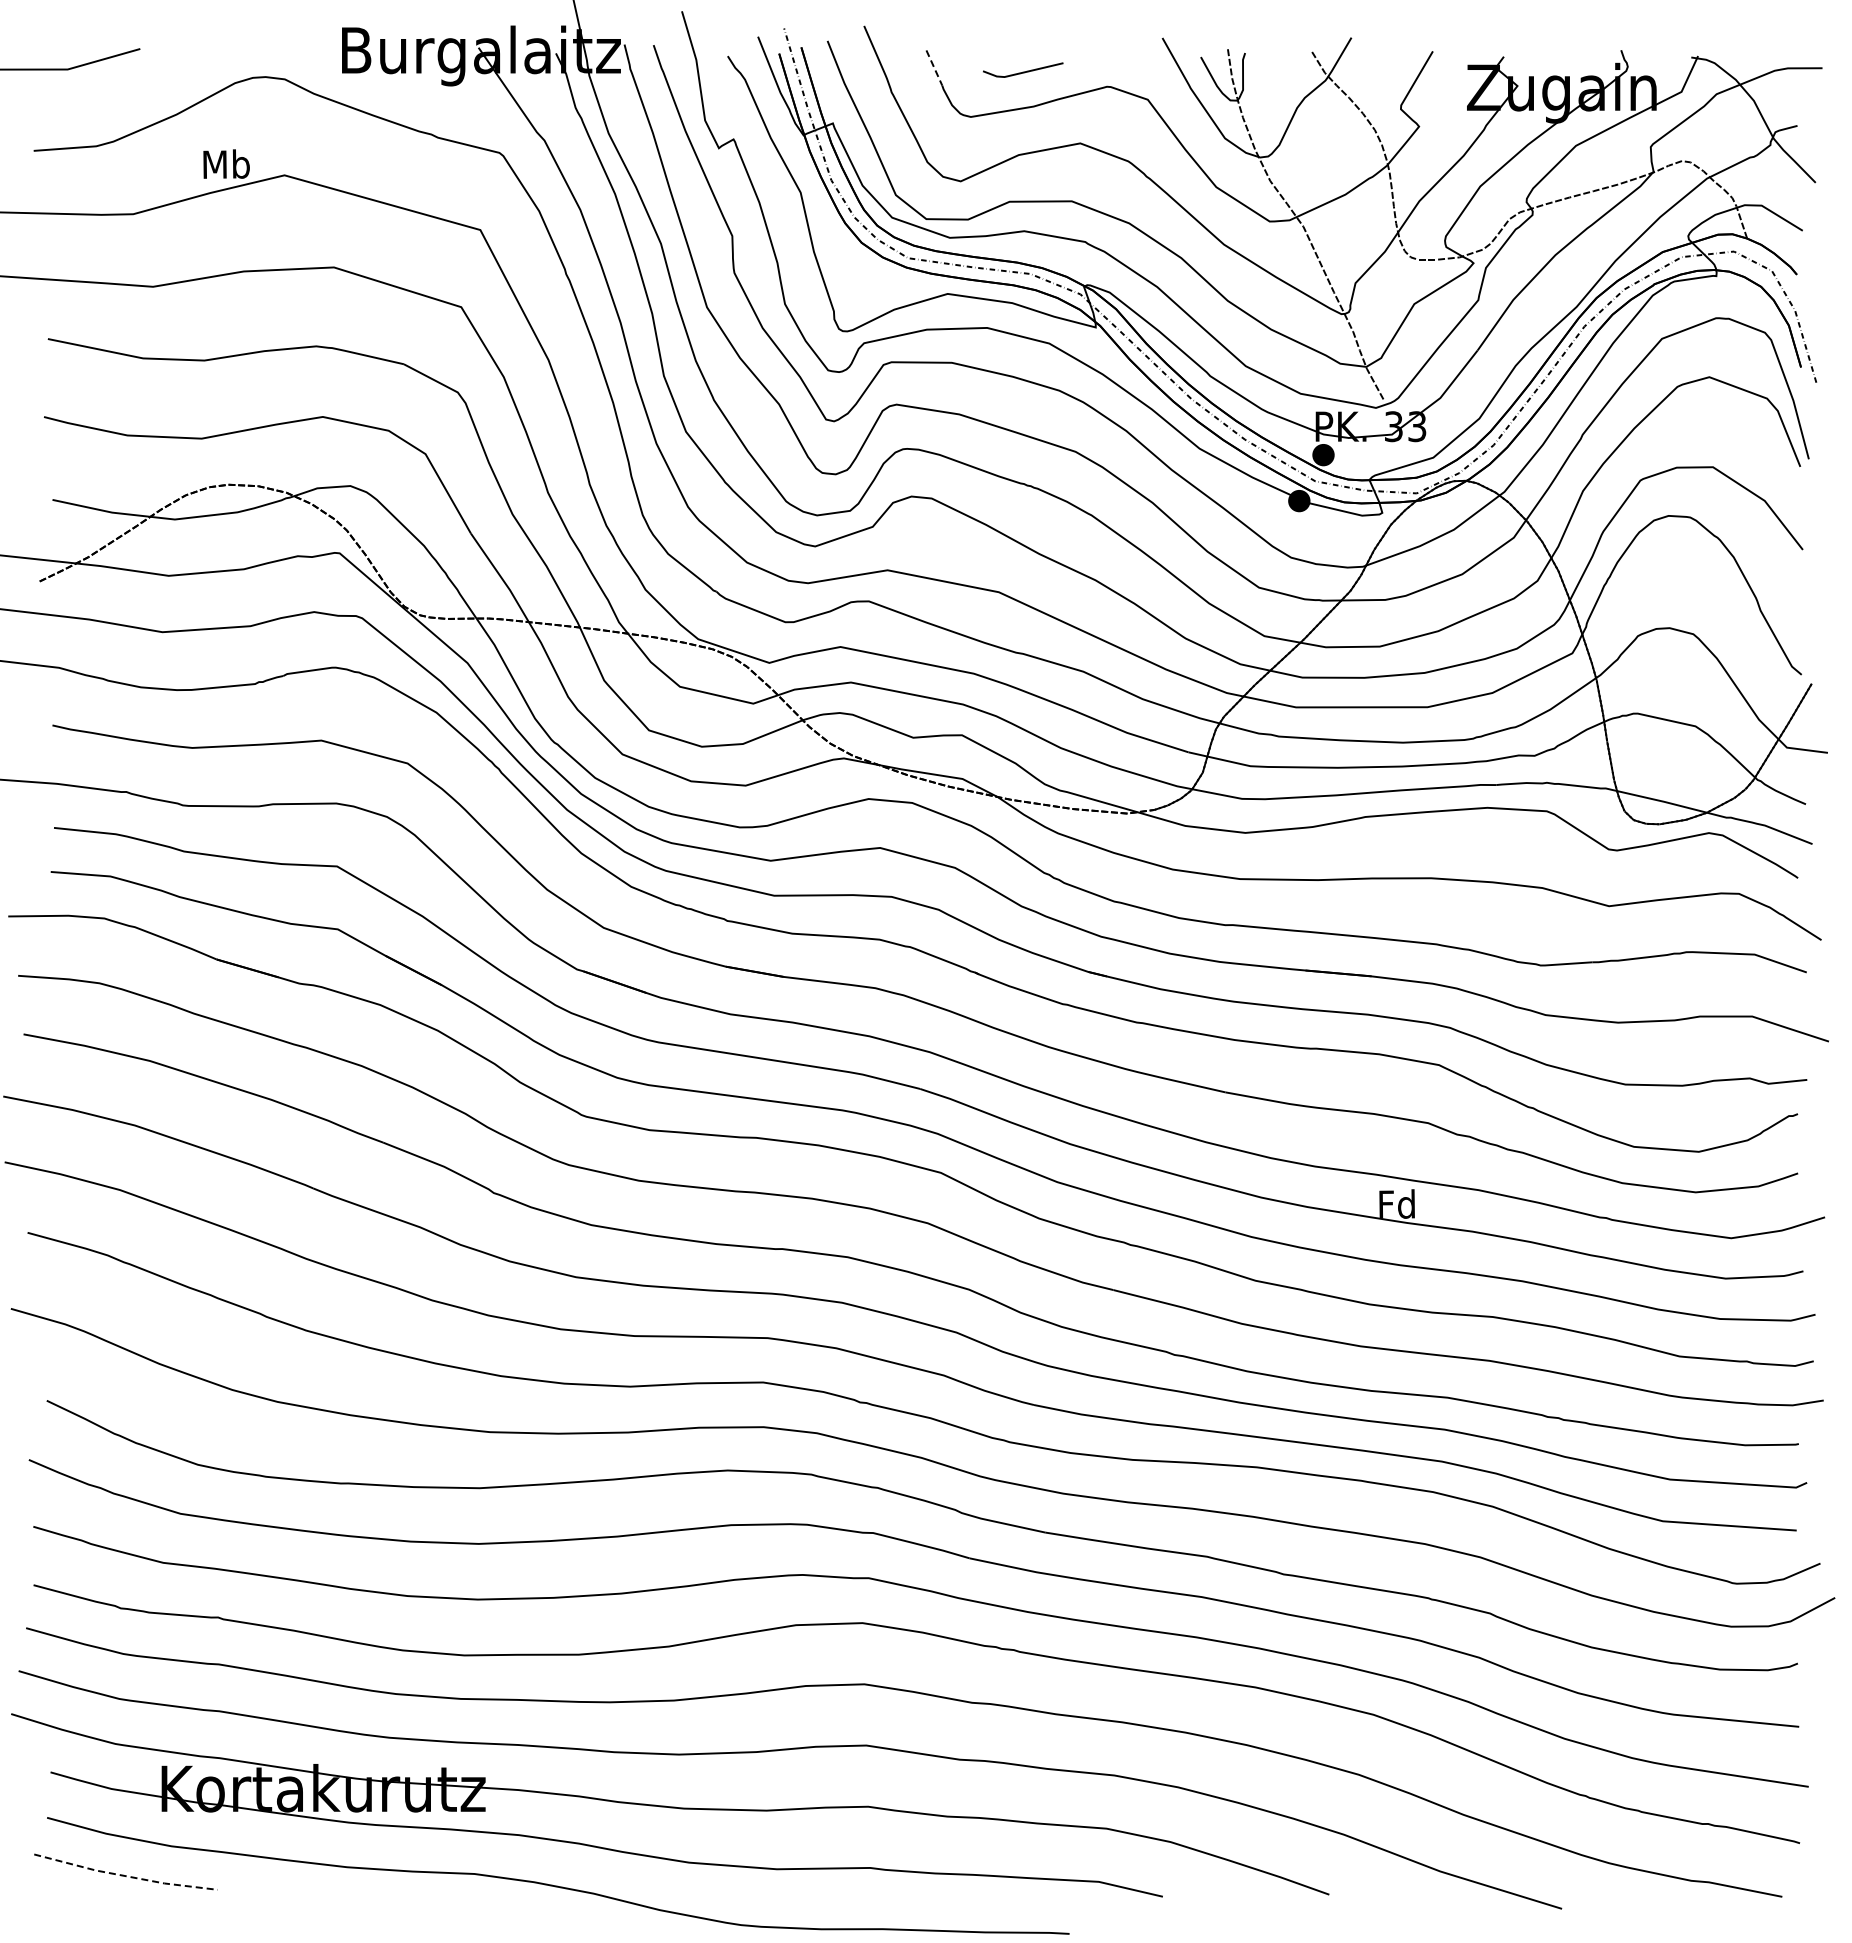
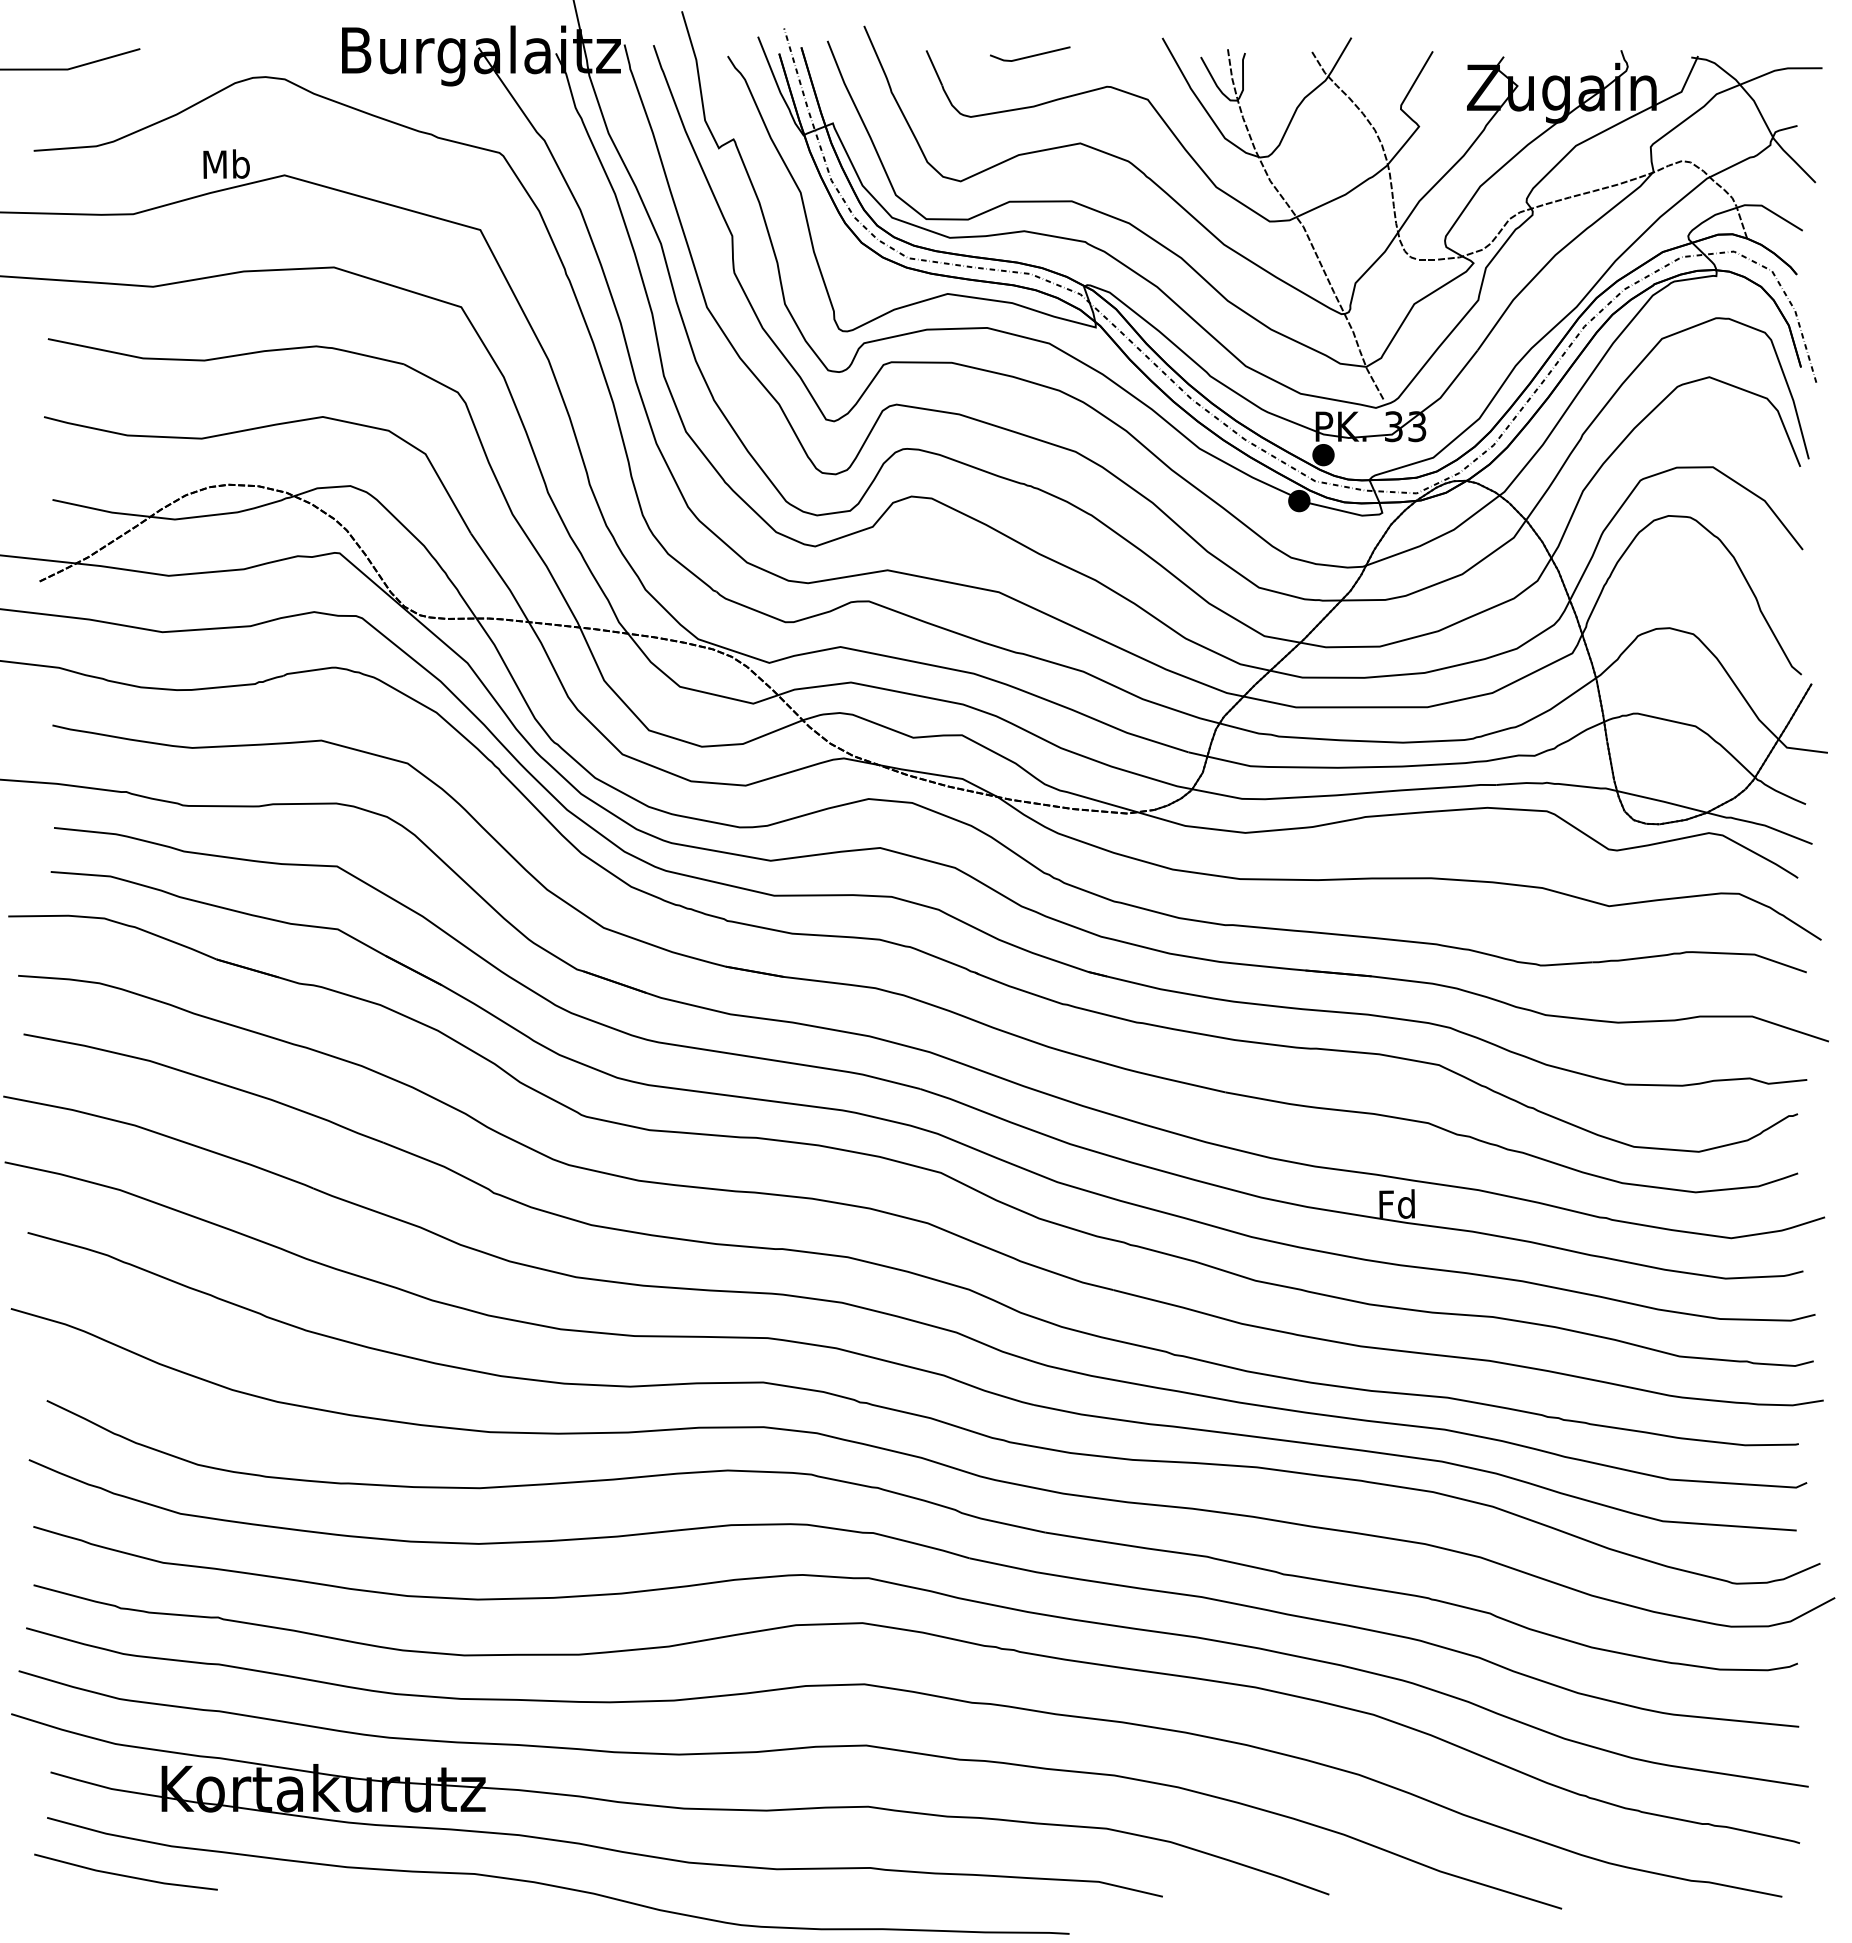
line at (934, 68): dashed -> solid
line at (1023, 71) position: (1023, 71) -> (1030, 55)
line at (125, 1876): dashed -> solid
